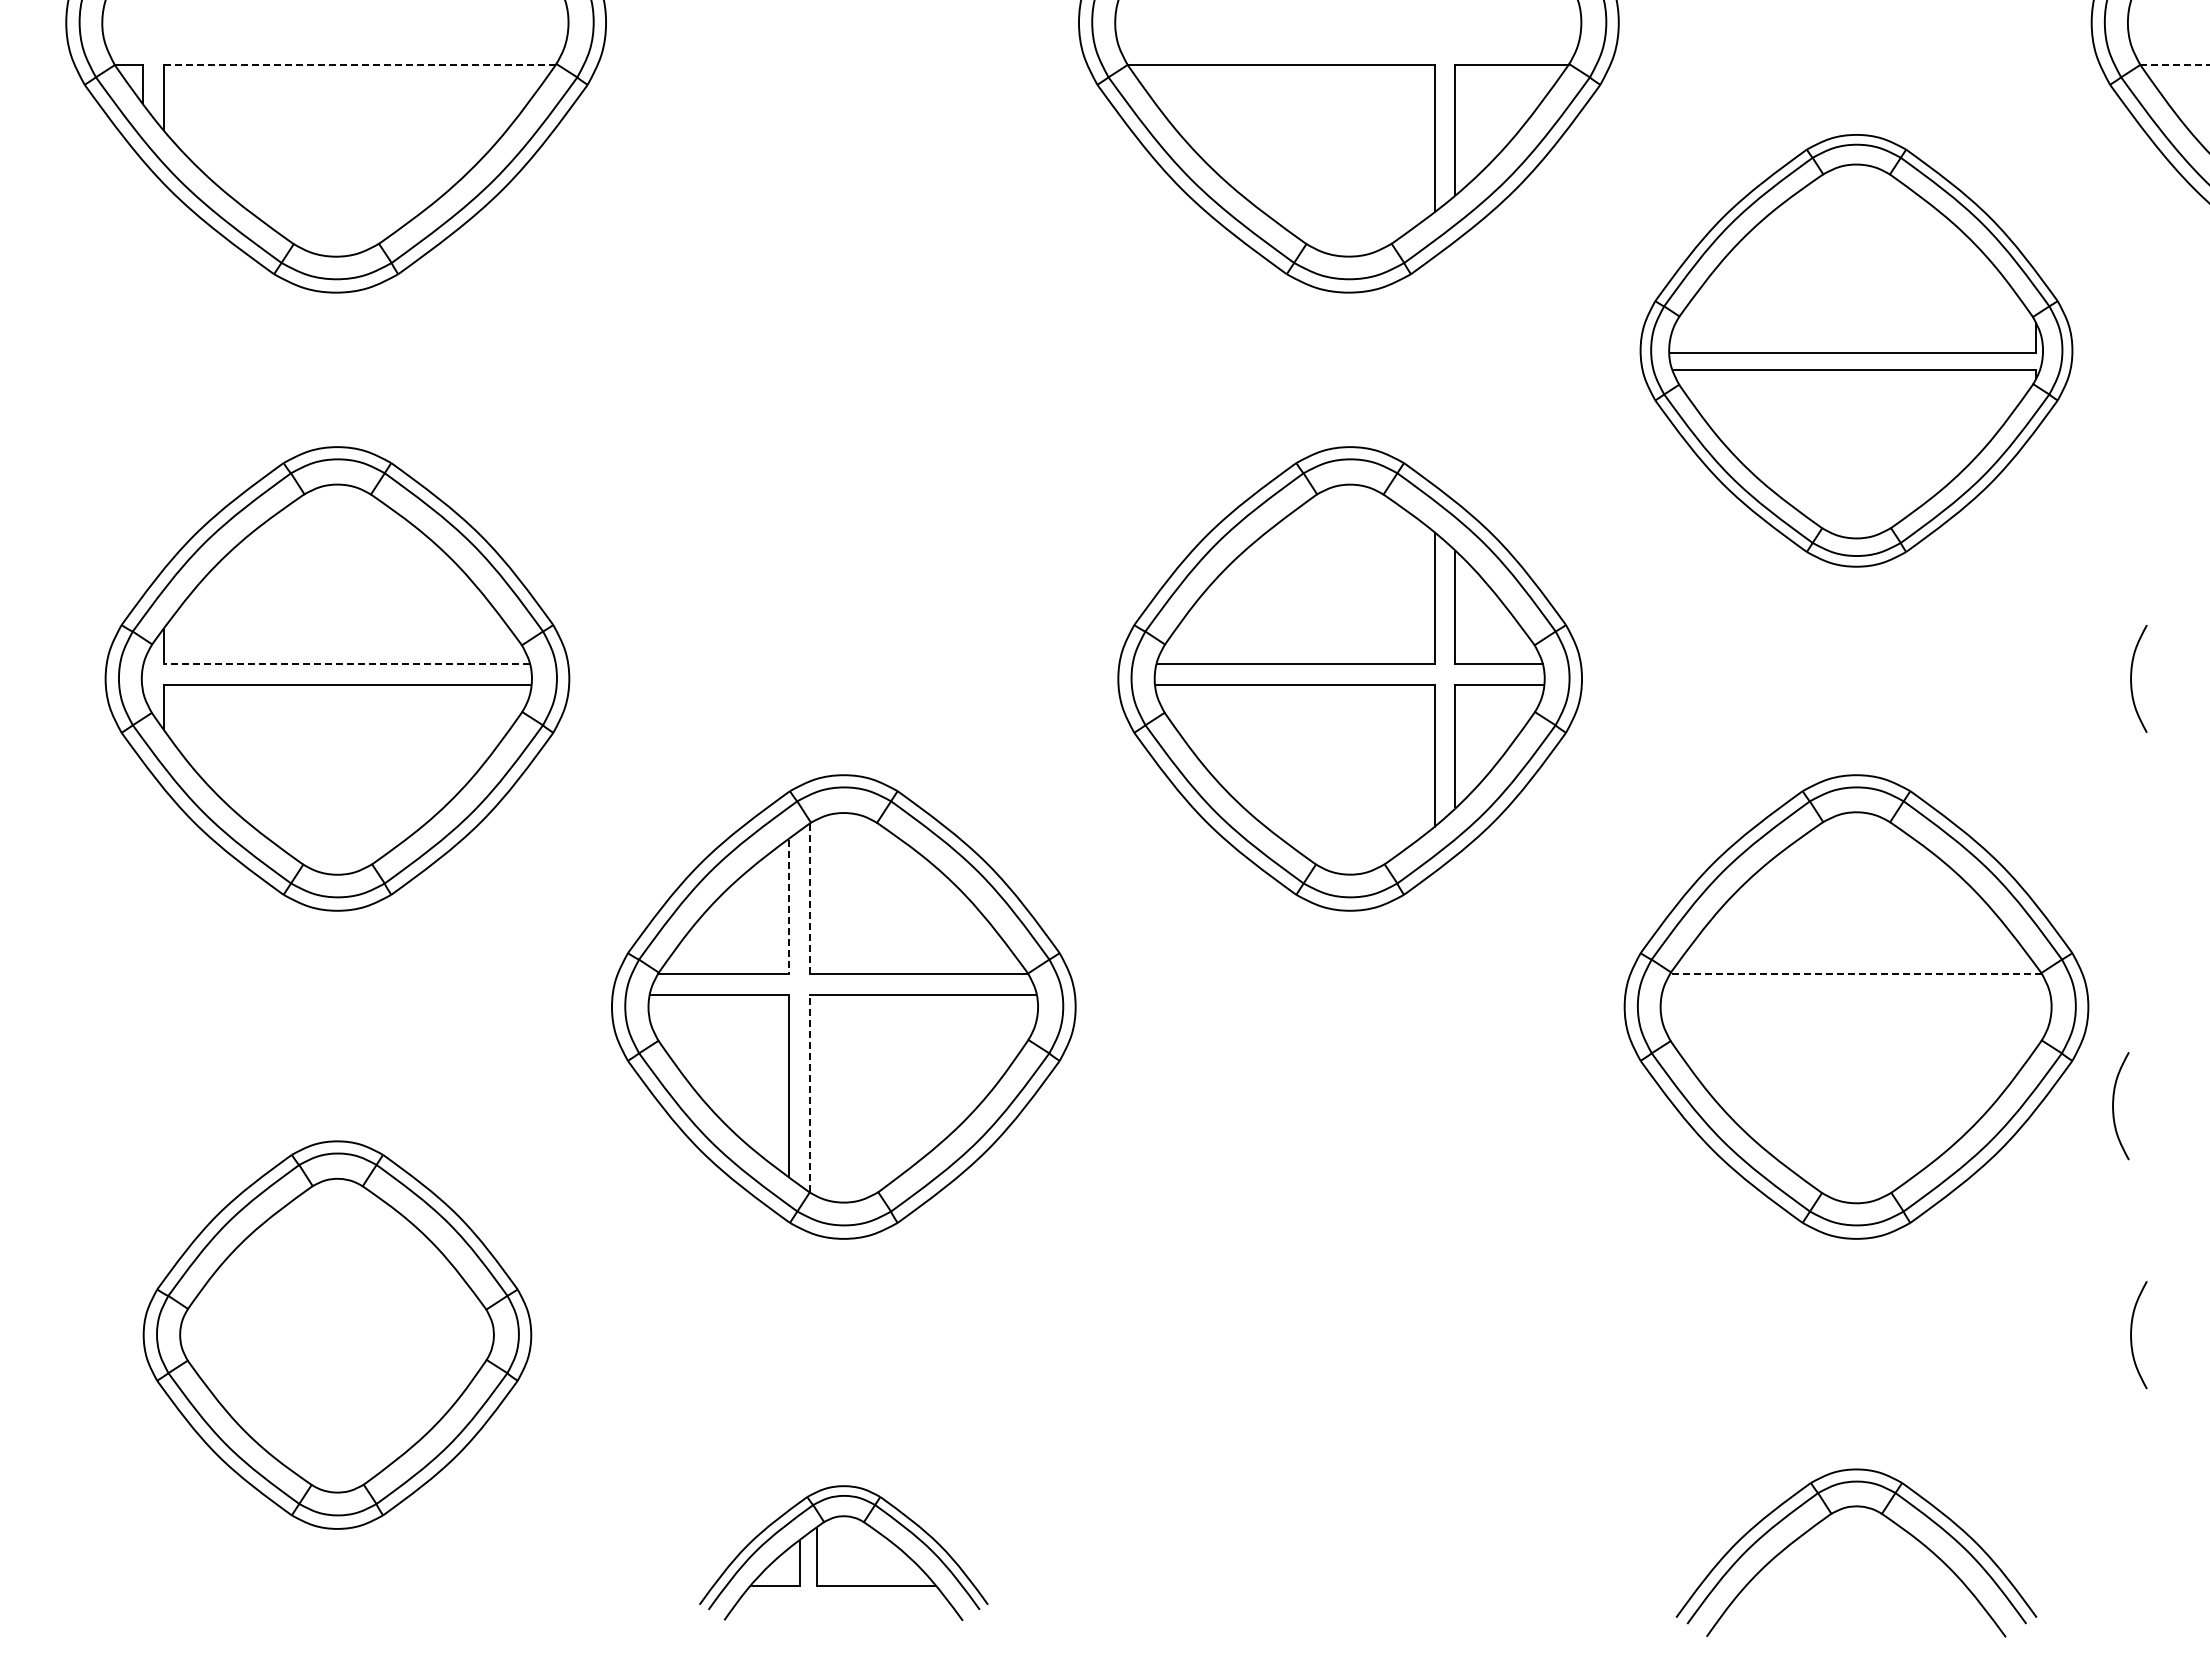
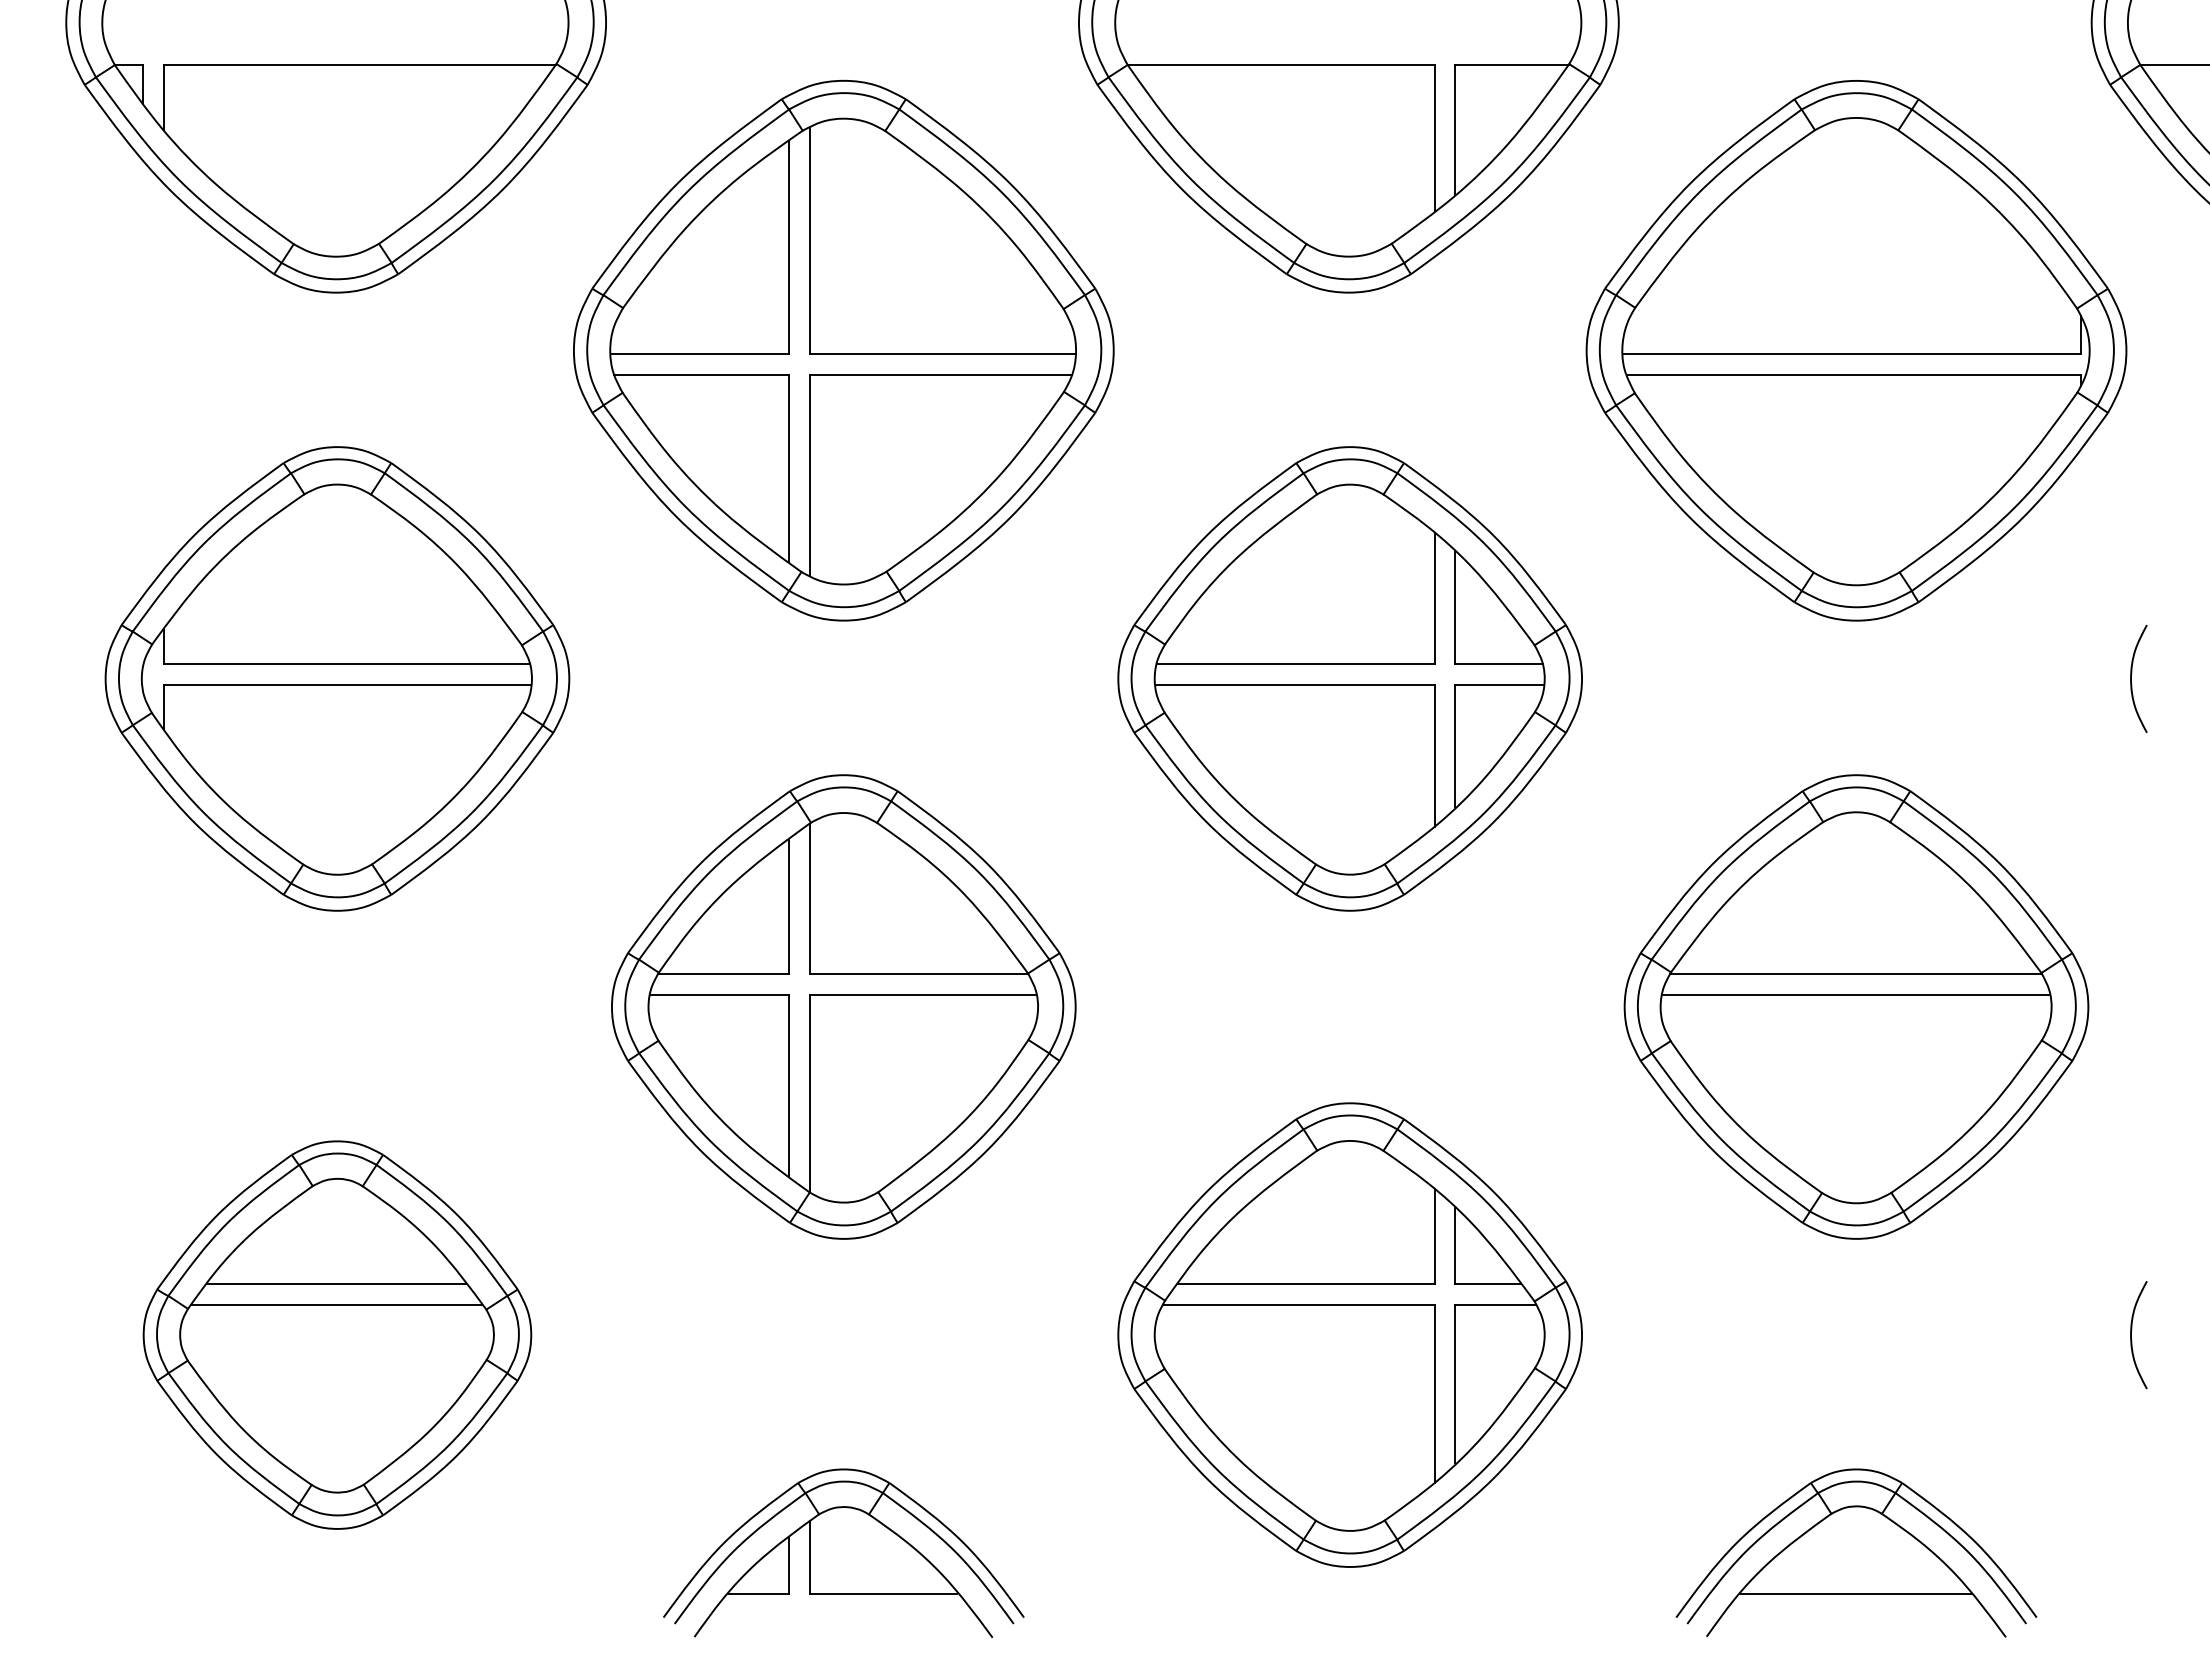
line at (360, 64): dashed -> solid
line at (2175, 64): dashed -> solid
part at (843, 350): none -> present
part at (1856, 350) size: 435x434 px -> 543x542 px
line at (346, 663): dashed -> solid
line at (809, 898): dashed -> solid
line at (788, 907): dashed -> solid
line at (1856, 973): dashed -> solid
line at (1855, 994): none -> present
line at (809, 1093): dashed -> solid
curve at (2113, 1106): present -> none
line at (335, 1283): none -> present
line at (336, 1304): none -> present
part at (1349, 1334): none -> present
part at (843, 1553) size: 290x137 px -> 362x170 px
line at (1855, 1593): none -> present
